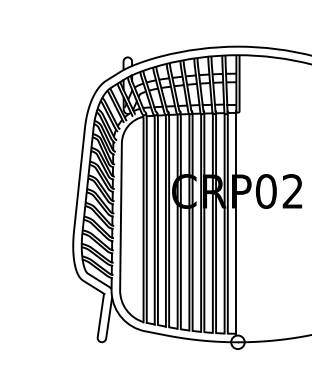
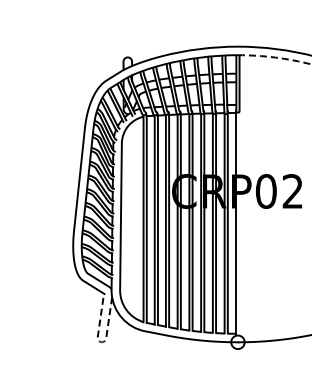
line at (275, 57): solid -> dashed
line at (100, 341): solid -> dashed
